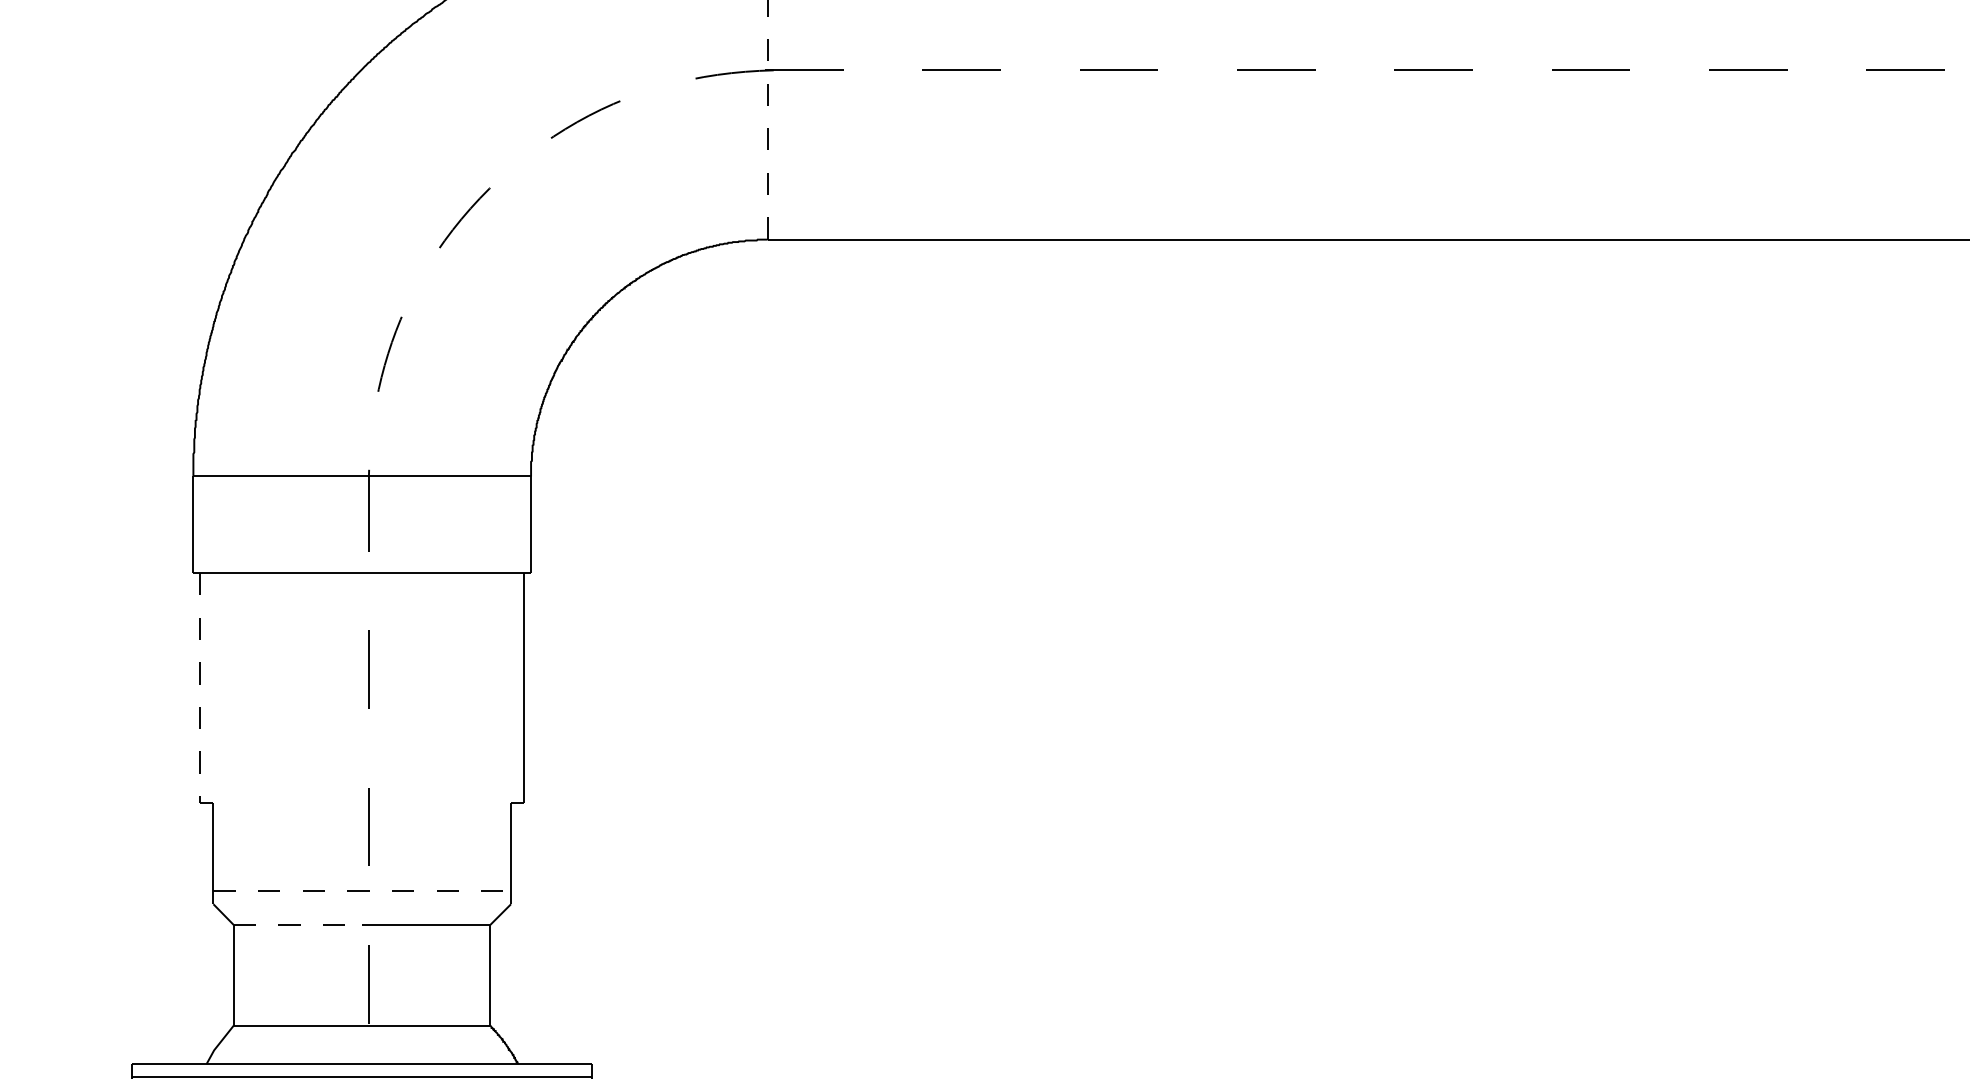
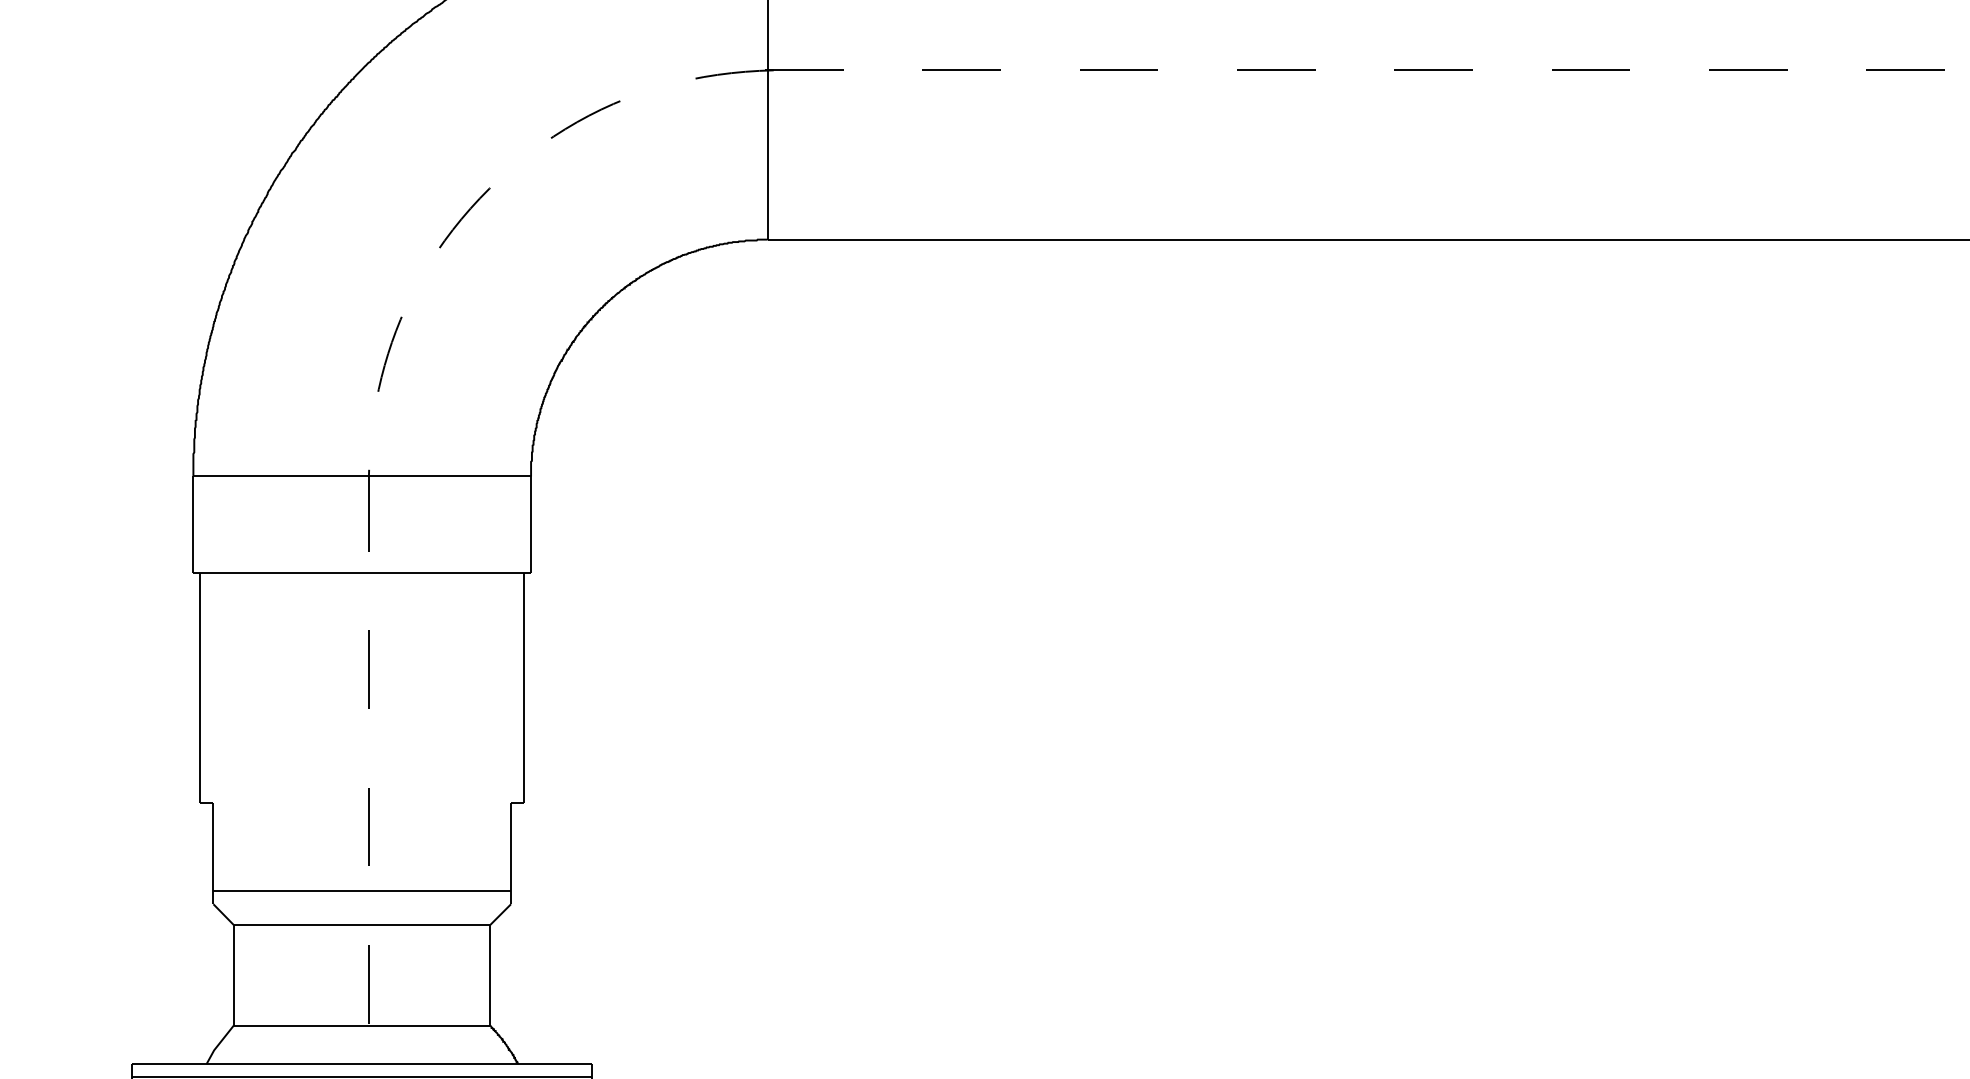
line at (767, 119): dashed -> solid
line at (200, 687): dashed -> solid
line at (362, 891): dashed -> solid
line at (298, 925): dashed -> solid
